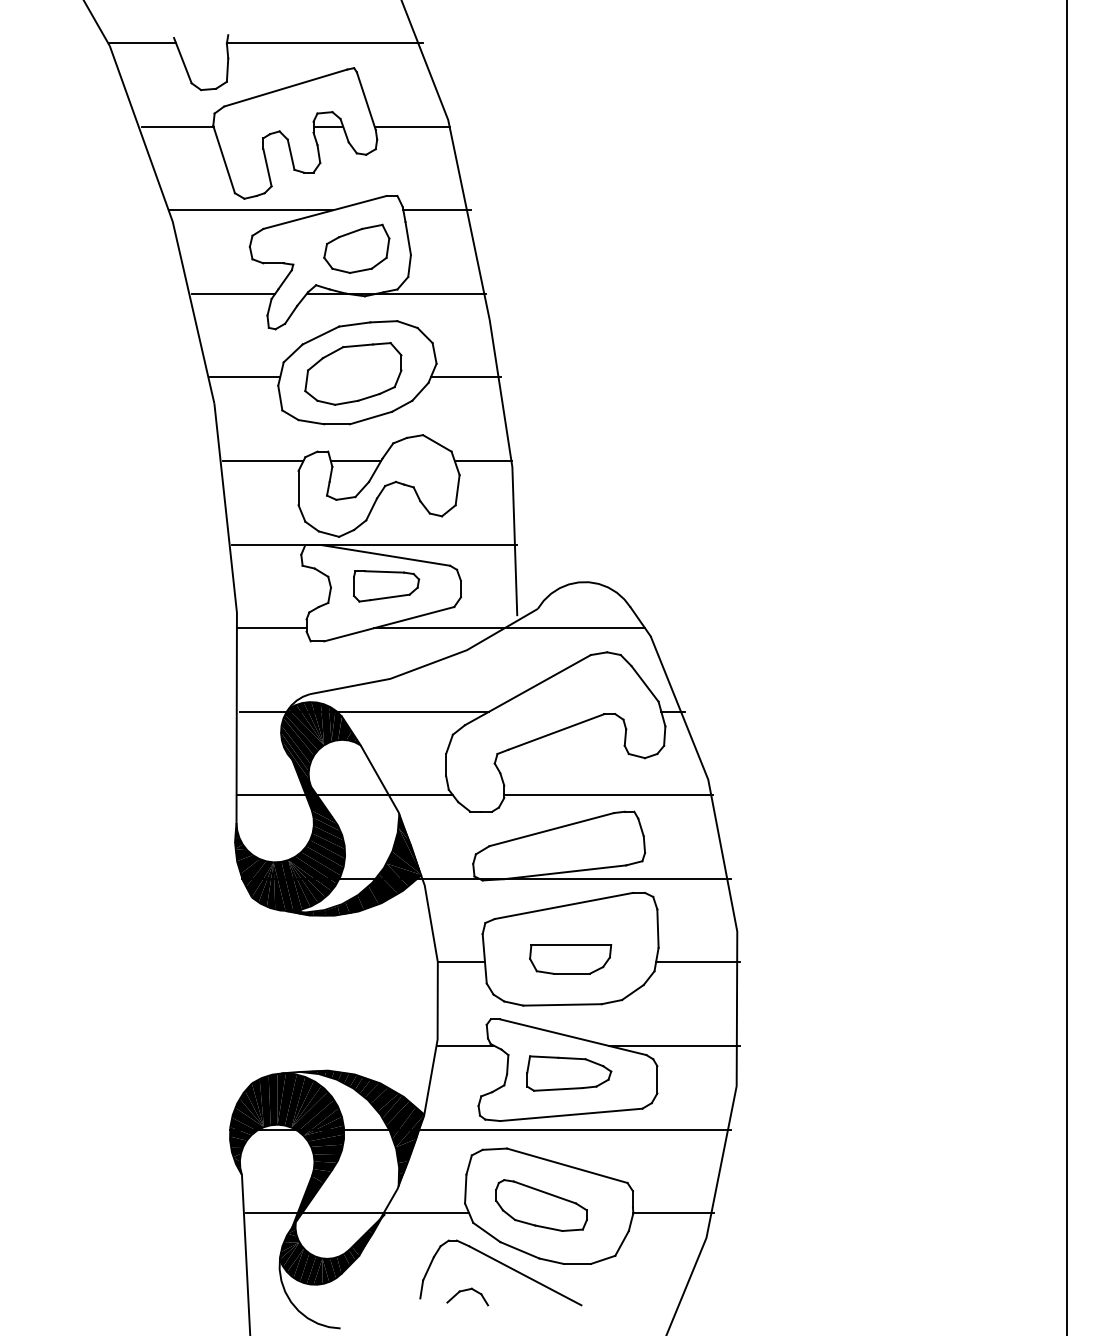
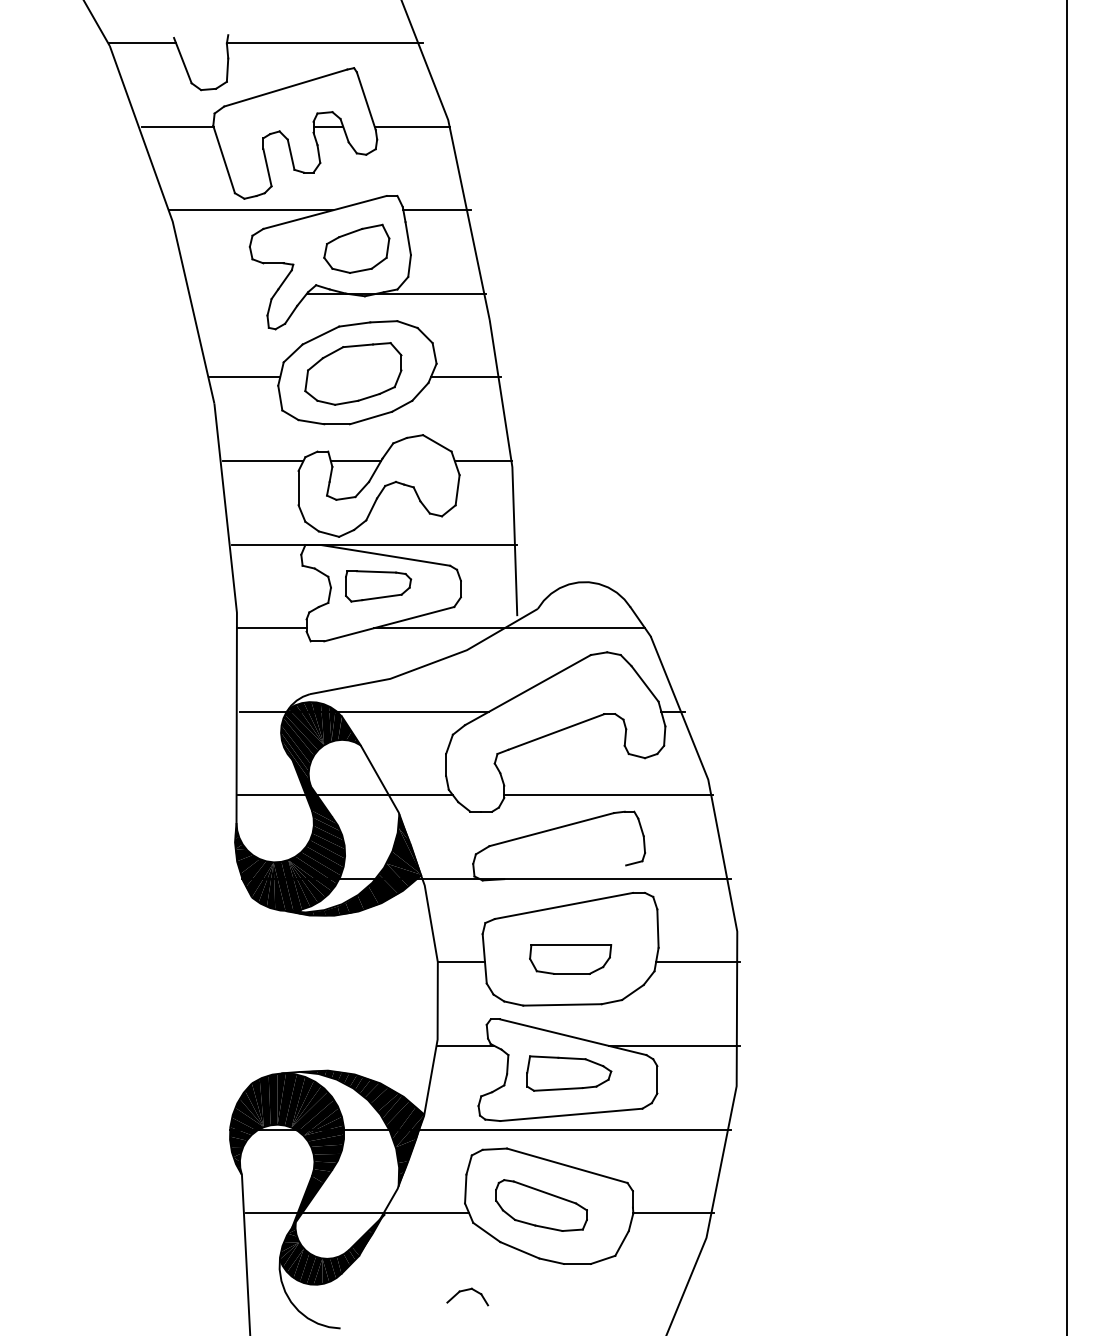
line at (233, 293): present -> none
part at (386, 586) position: (386, 586) -> (378, 586)
line at (565, 872): present -> none
part at (503, 1265): present -> none
